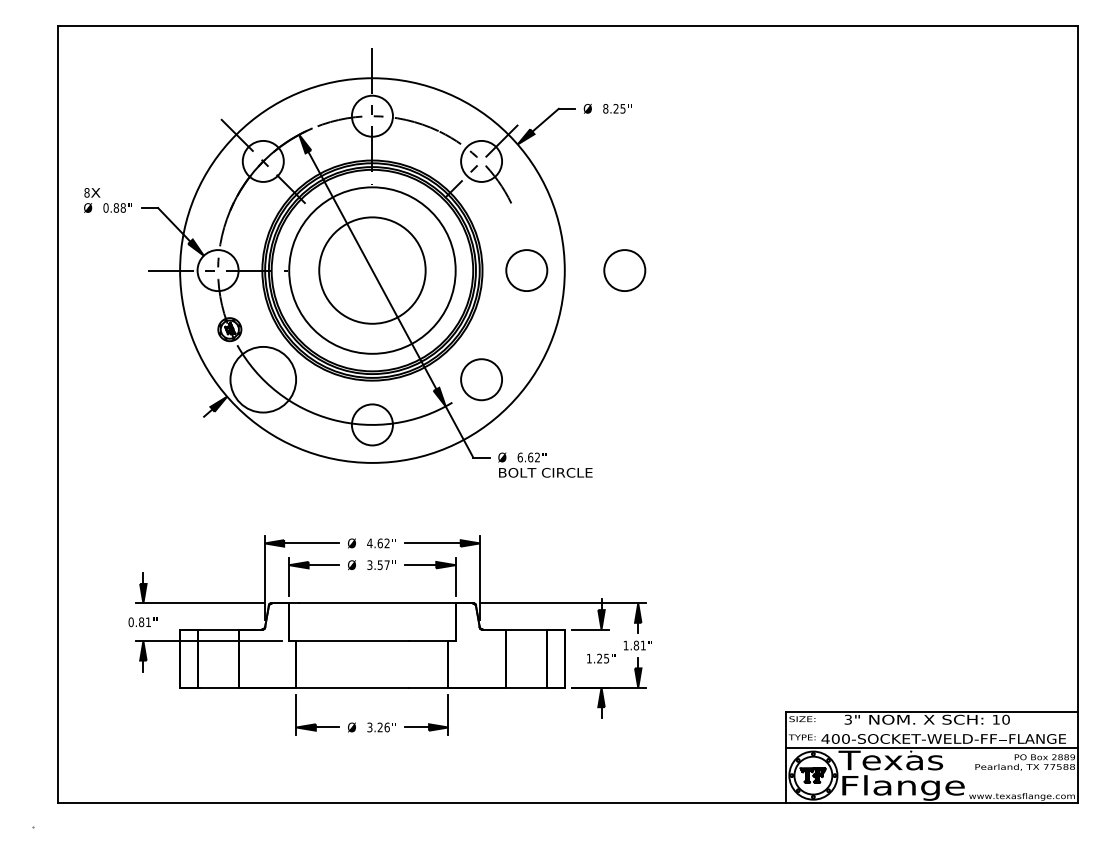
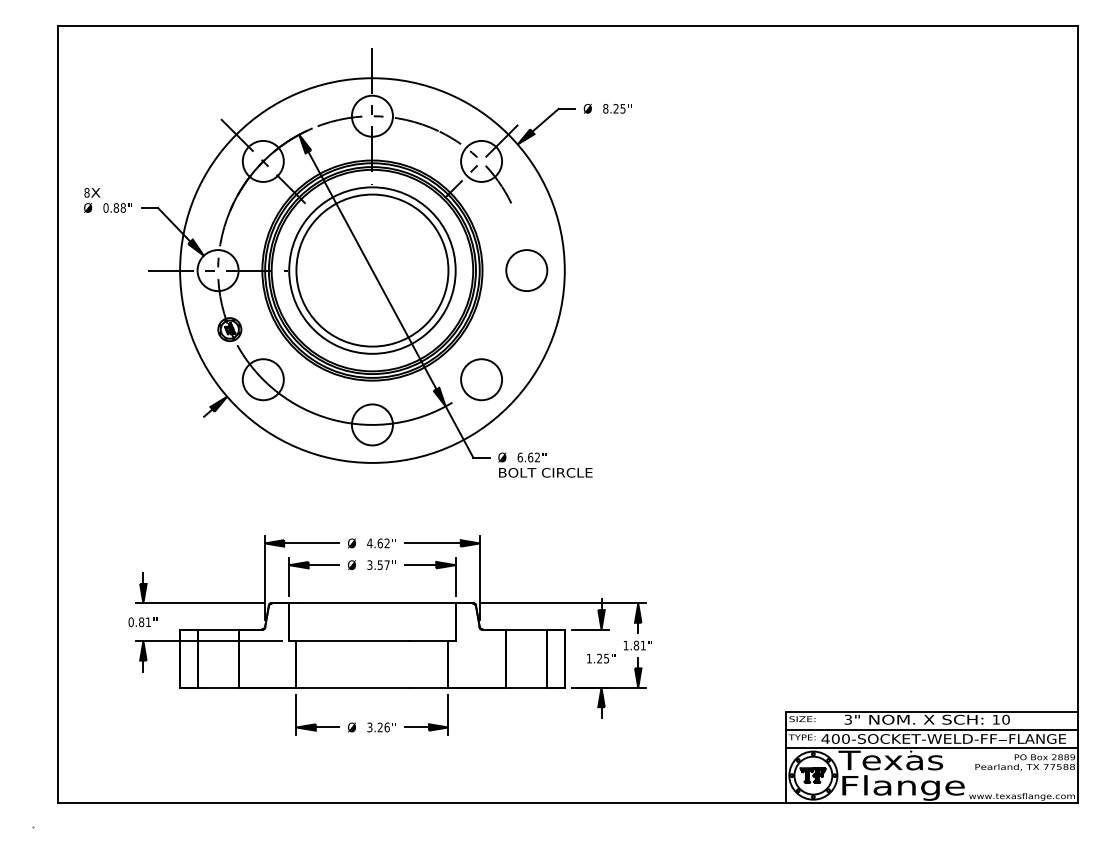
circle at (372, 270) diameter: 106 px -> 152 px
circle at (624, 270): present -> none
circle at (263, 379) diameter: 66 px -> 41 px
line at (931, 730): none -> present
